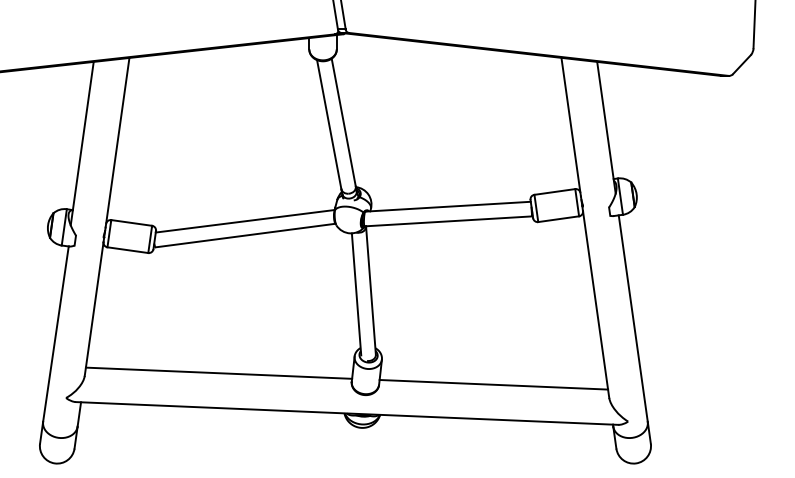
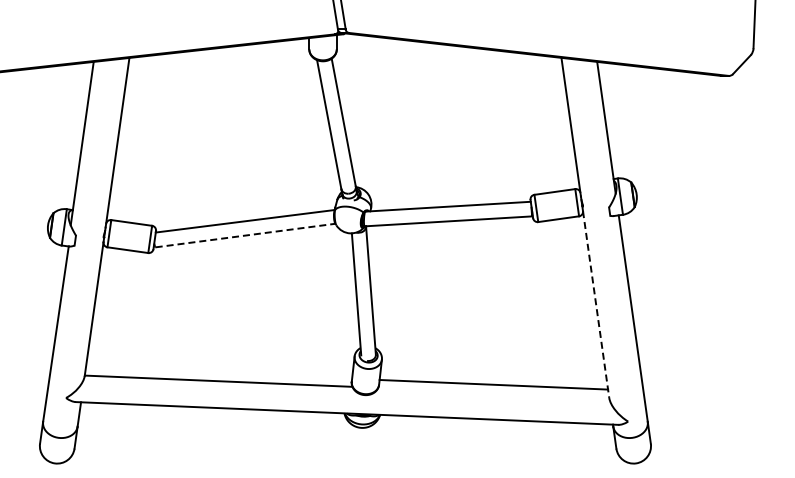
line at (245, 235): solid -> dashed
line at (596, 305): solid -> dashed
line at (218, 372) position: (218, 372) -> (218, 380)
